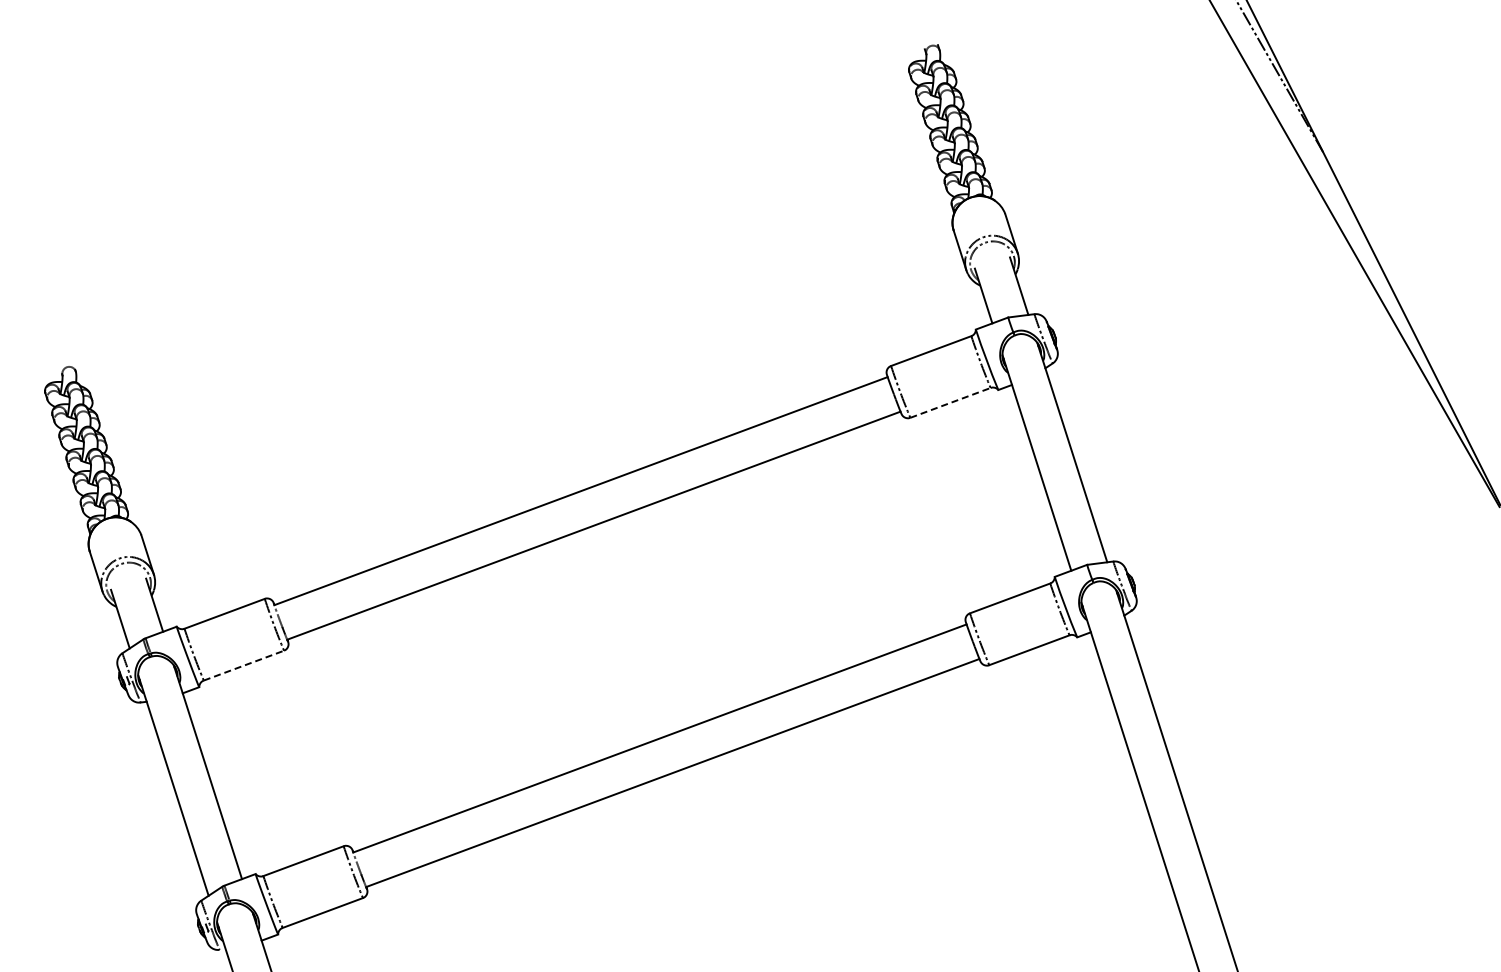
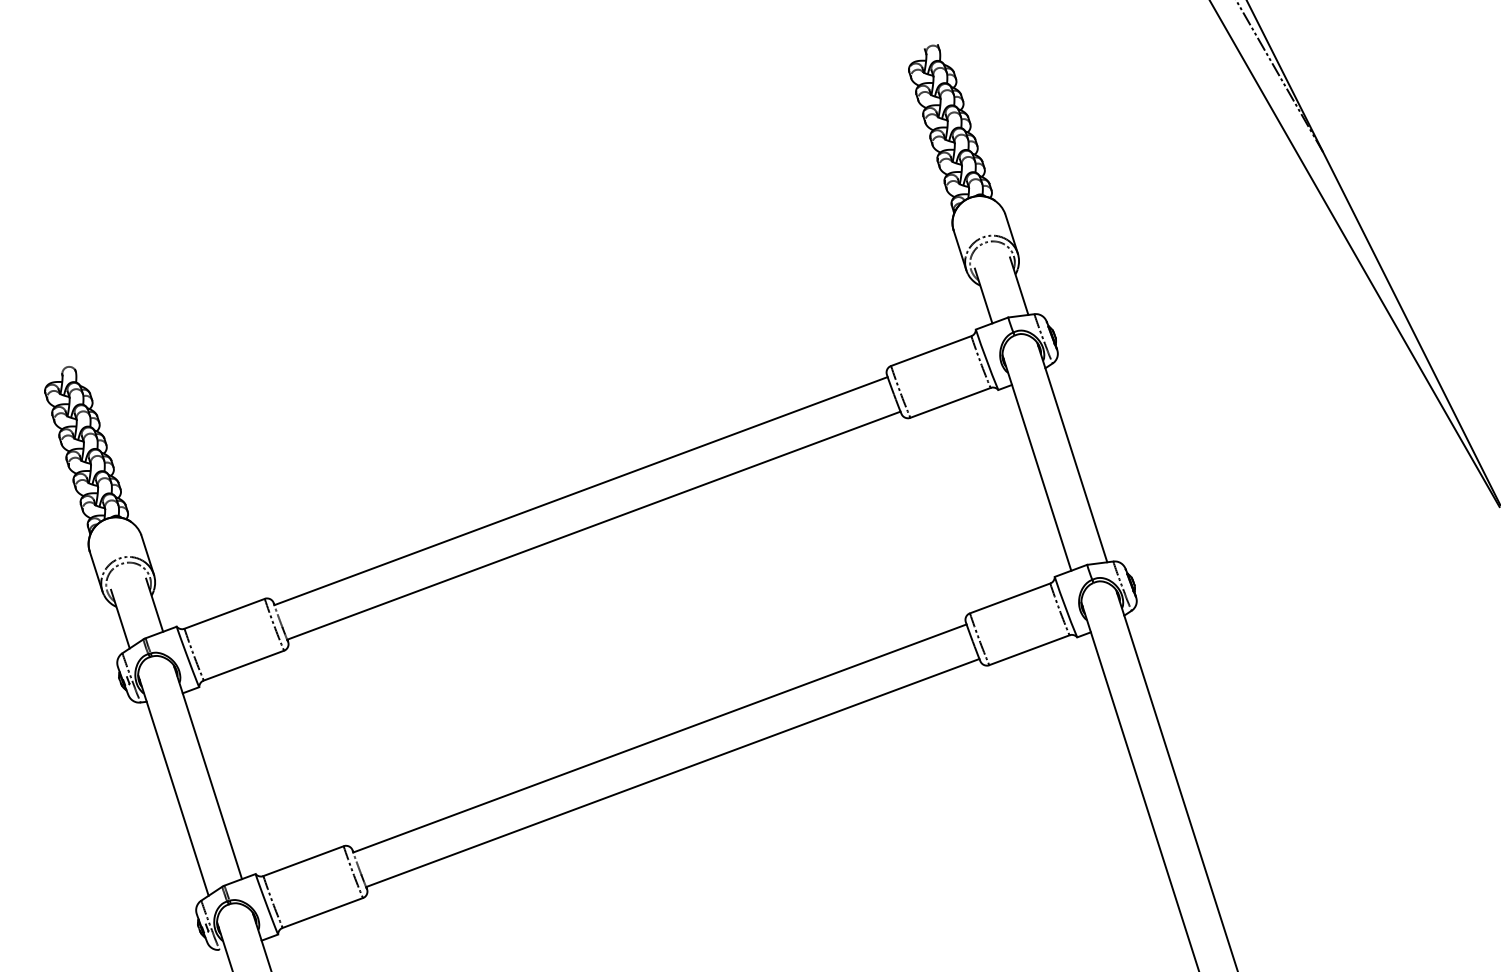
line at (950, 402): dashed -> solid
line at (243, 665): dashed -> solid
